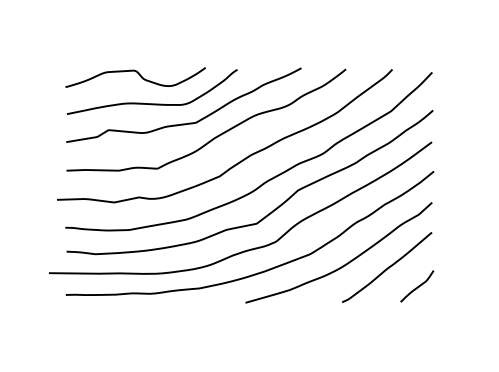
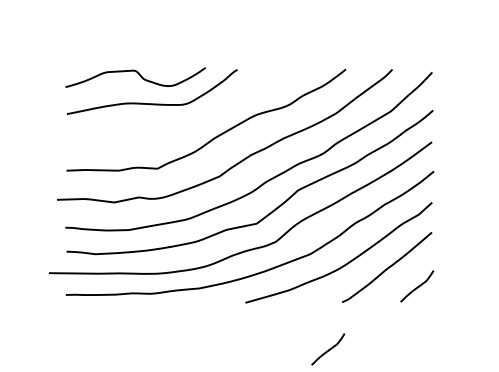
curve at (188, 122): present -> none
curve at (328, 349): none -> present
